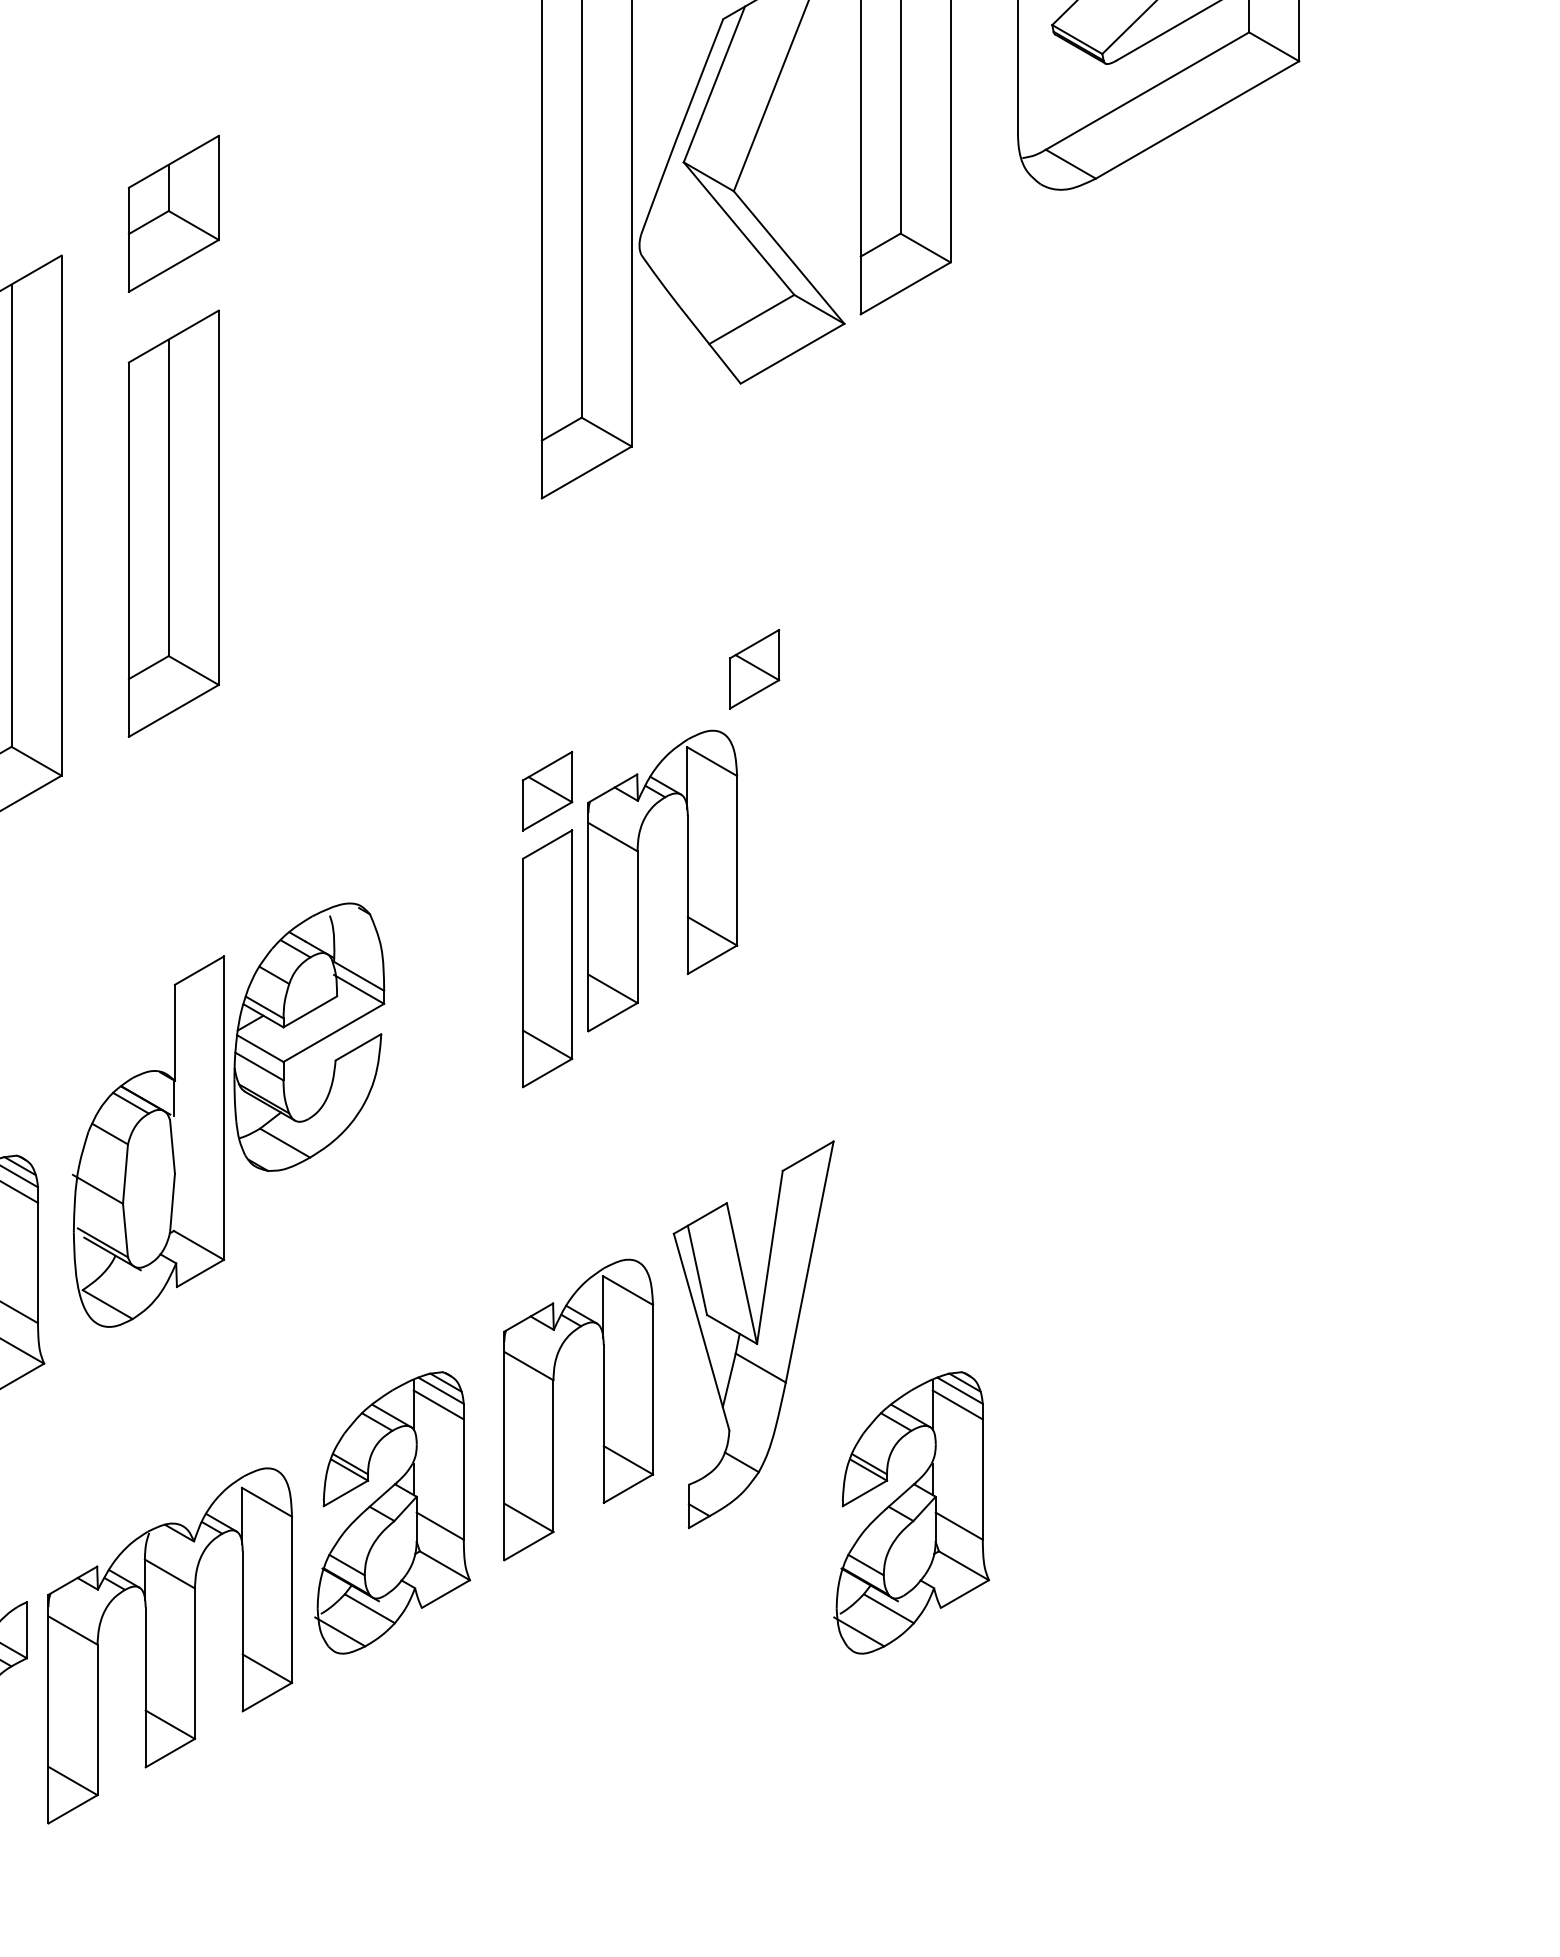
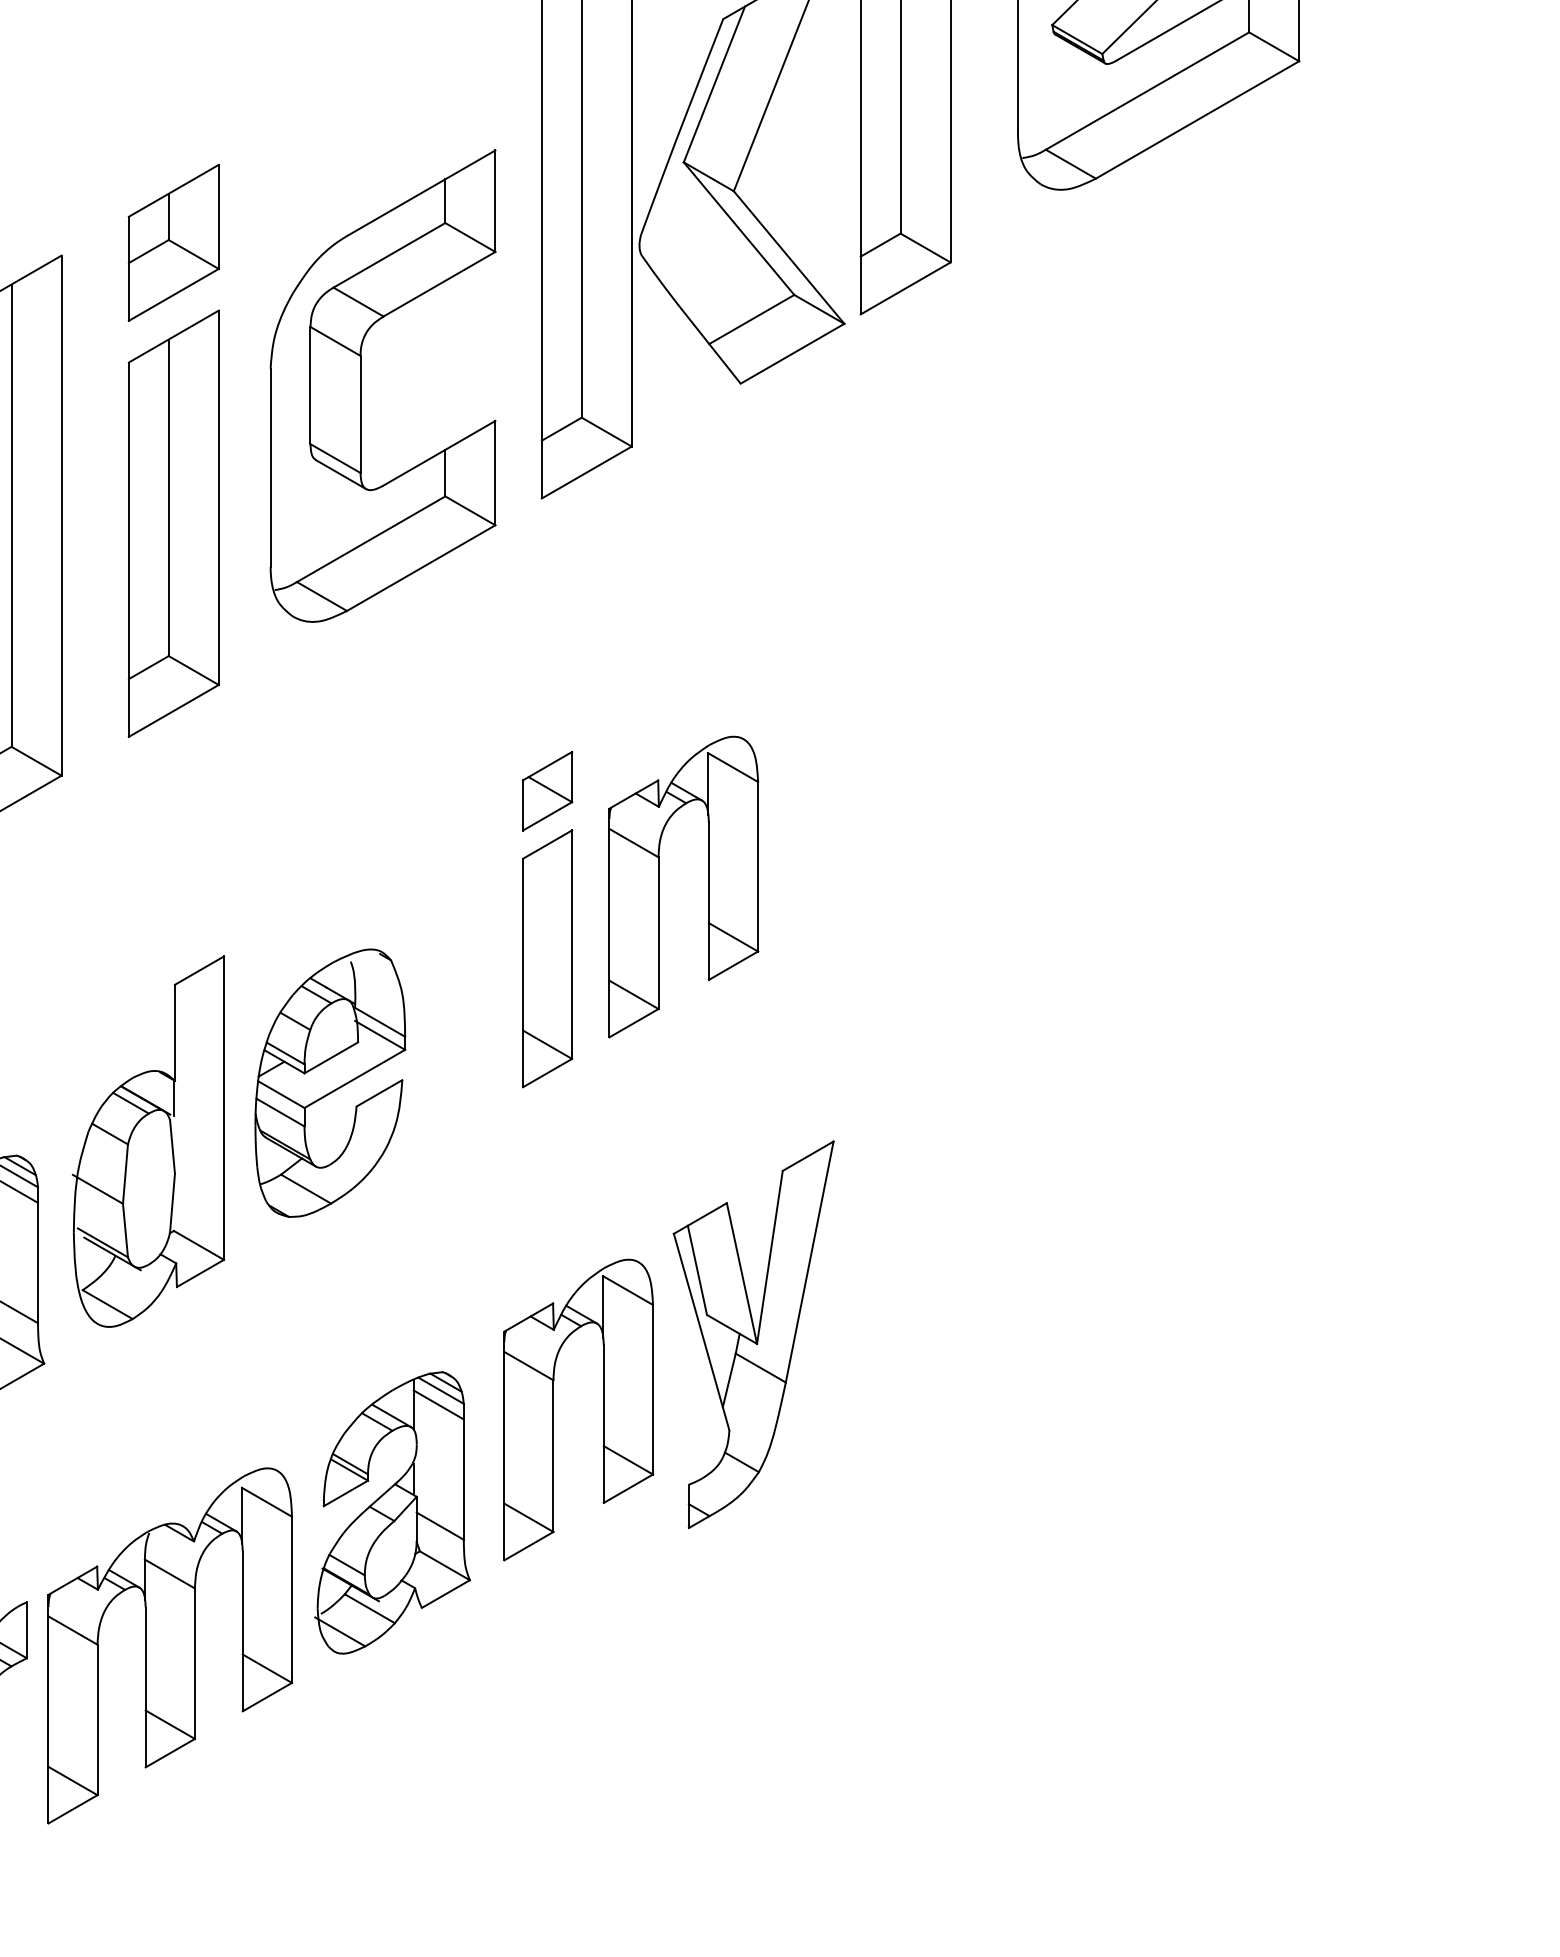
part at (173, 213) position: (173, 213) -> (173, 242)
part at (361, 385): none -> present
part at (754, 668): present -> none
part at (638, 880) position: (638, 880) -> (659, 886)
part at (309, 1036) position: (309, 1036) -> (330, 1082)
part at (911, 1512): present -> none
